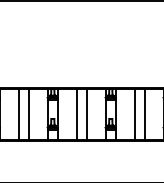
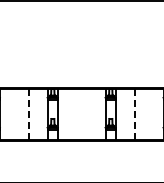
line at (18, 114): present -> none
line at (28, 114): solid -> dashed
line at (76, 114): present -> none
line at (86, 114): present -> none
line at (134, 114): solid -> dashed
line at (144, 114): present -> none
